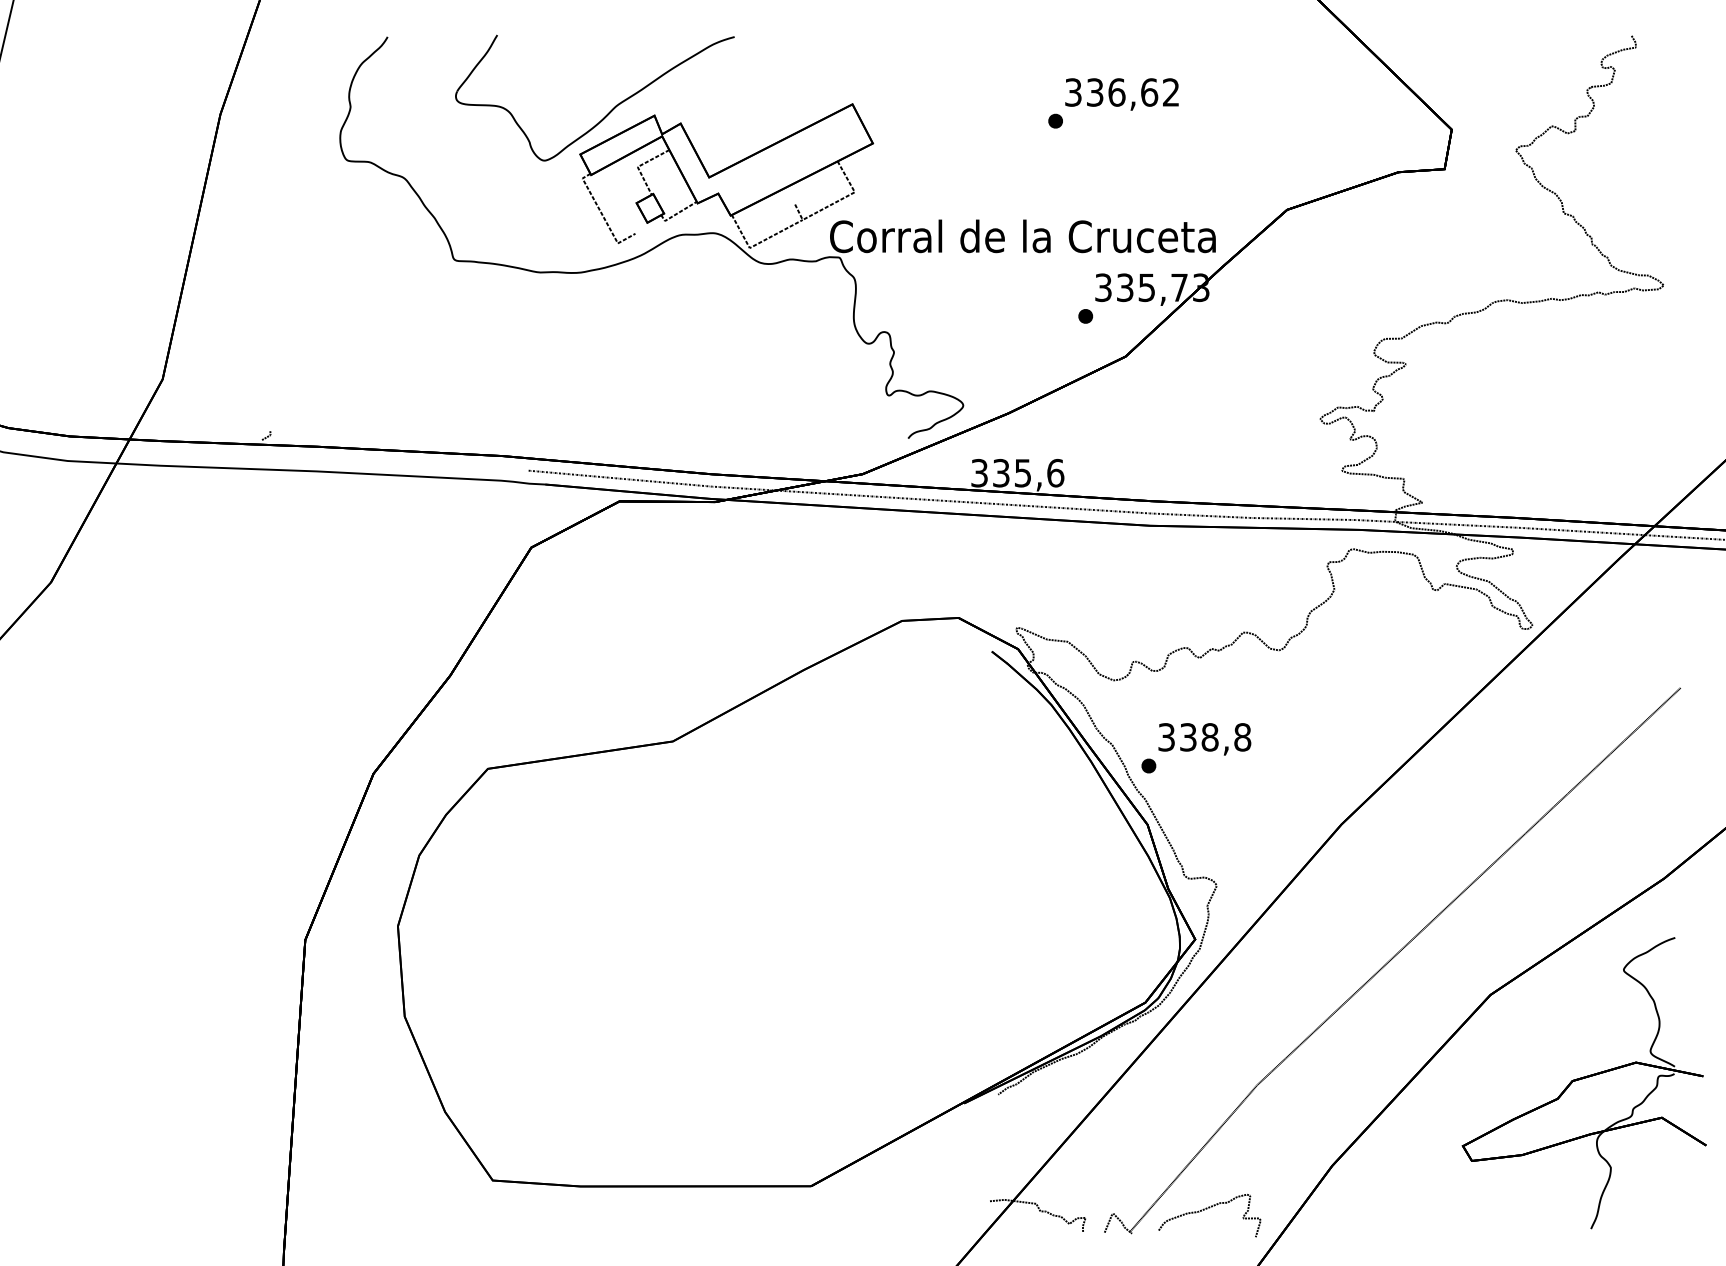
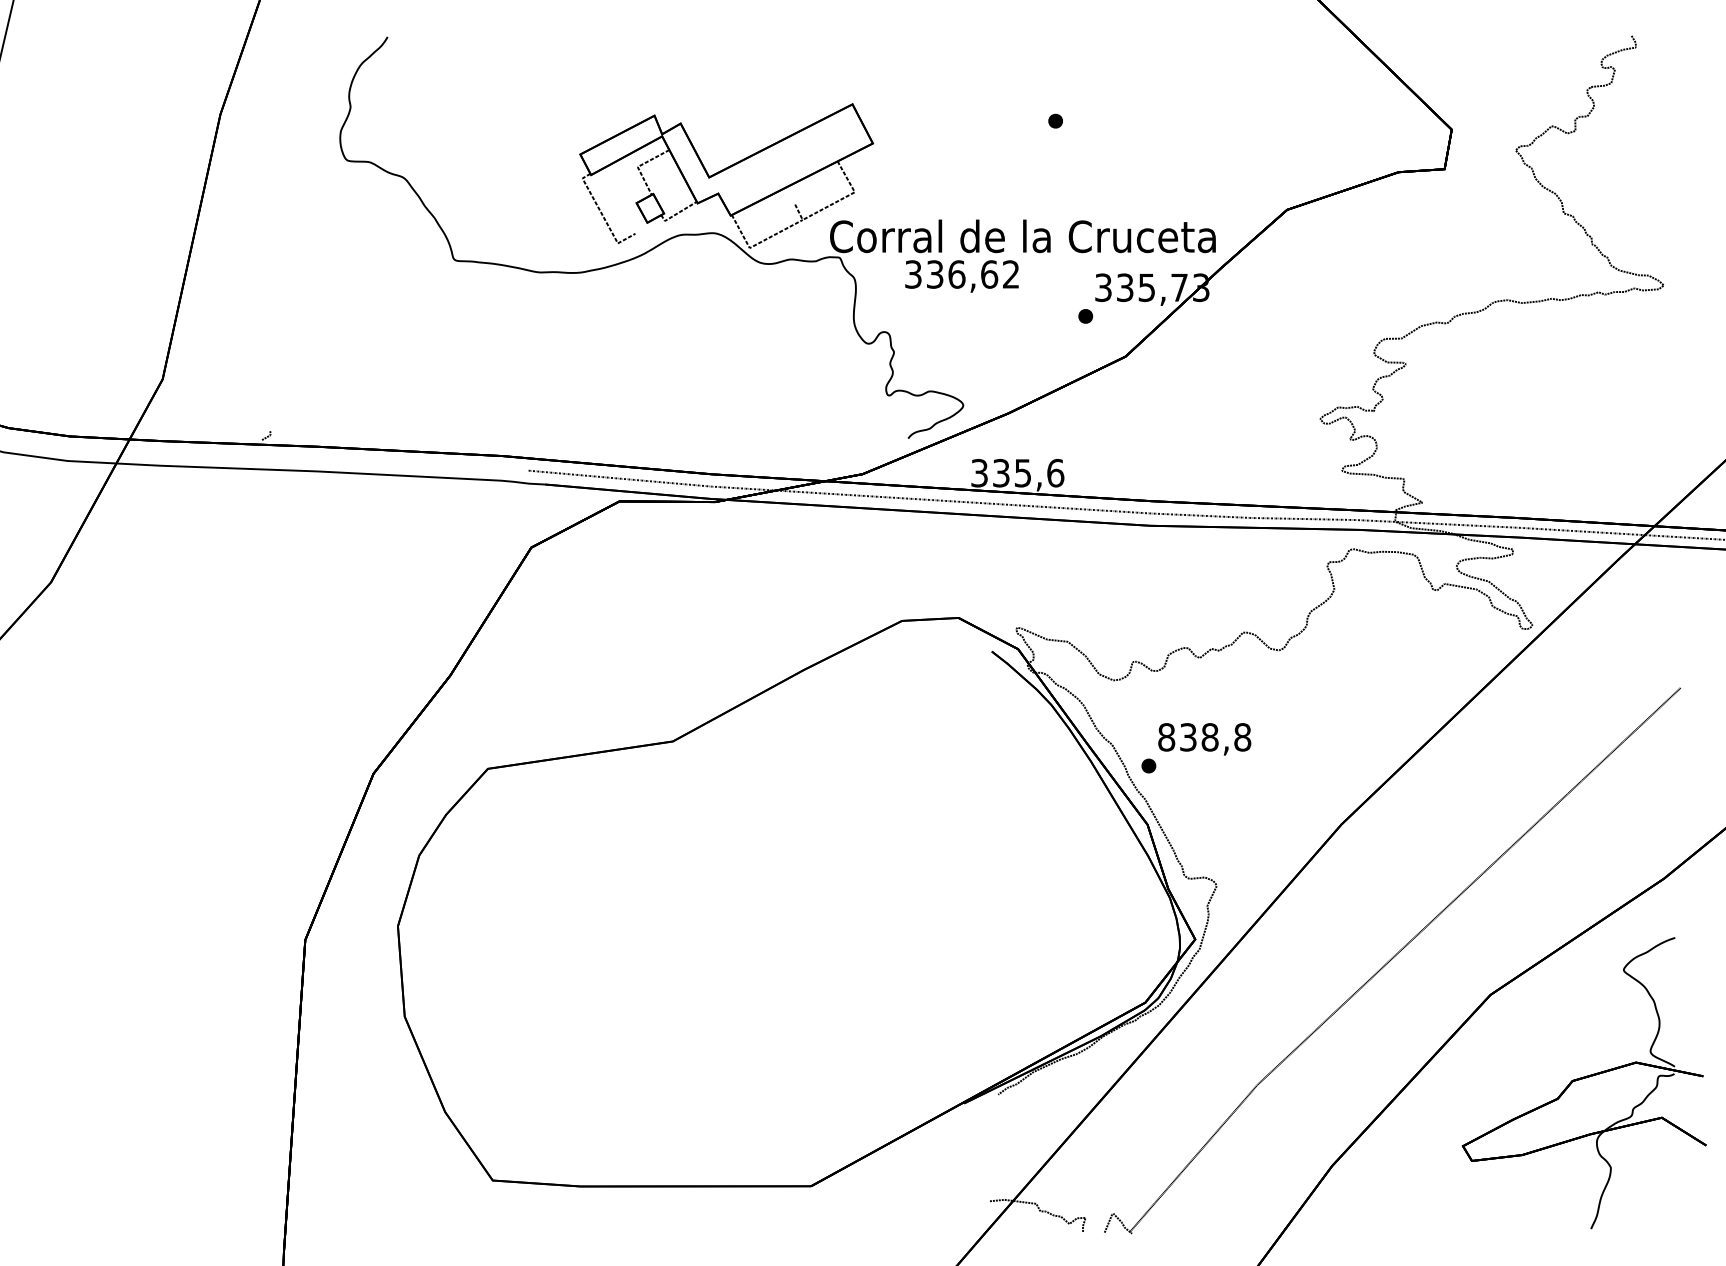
text at (1121, 94) position: (1121, 94) -> (961, 276)
part at (609, 111): present -> none
text at (1166, 737): 338,8 -> 838,8
curve at (1207, 1209): present -> none
